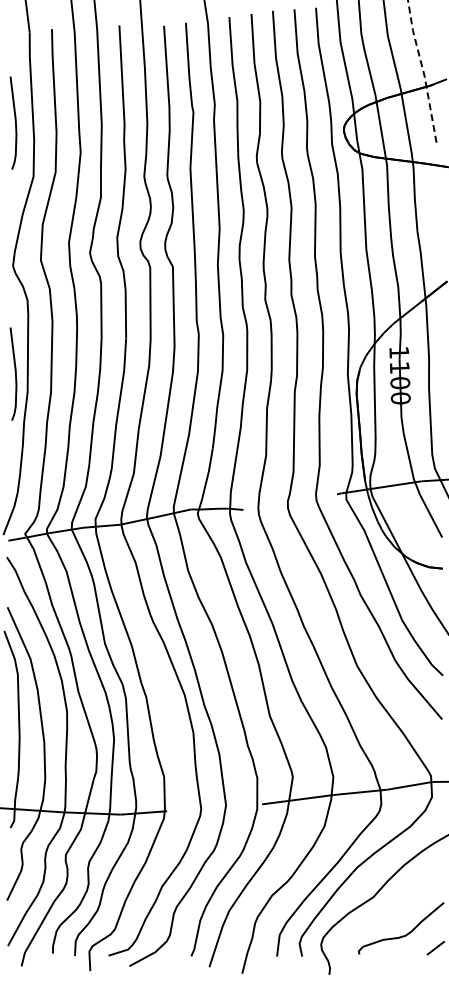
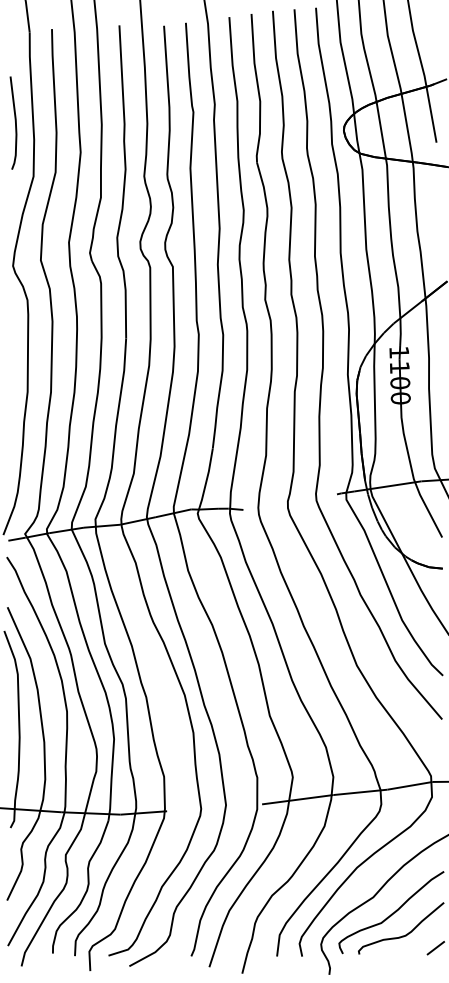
line at (423, 71): dashed -> solid
curve at (15, 373): present -> none
curve at (392, 912): none -> present
